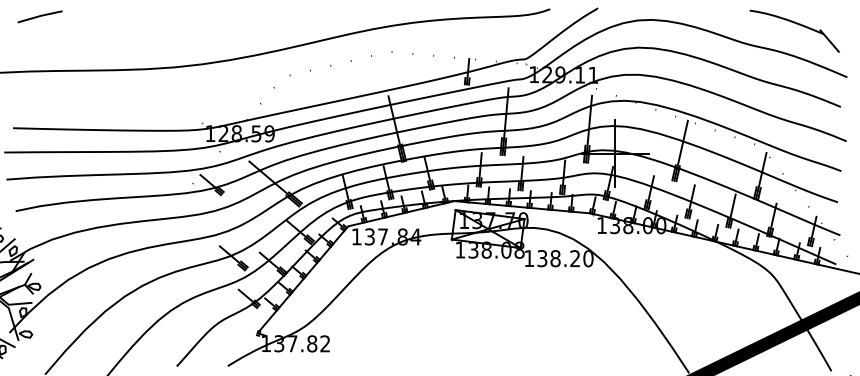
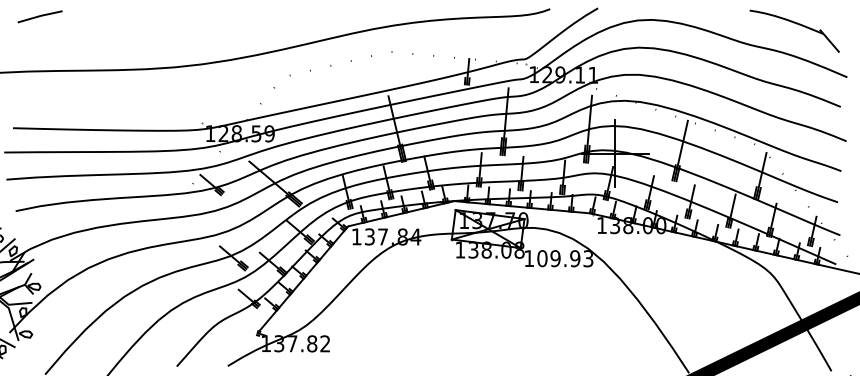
text at (565, 258): 138.20 -> 109.93
